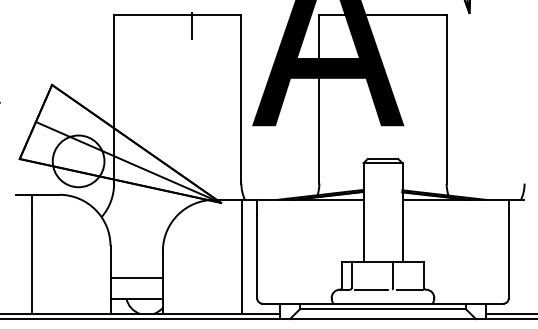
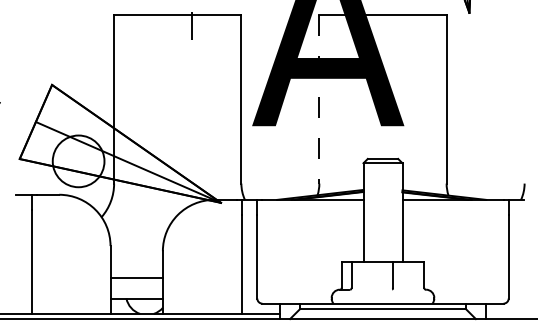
line at (319, 99): solid -> dashed
line at (371, 289): present -> none
line at (409, 289): present -> none
line at (510, 313): present -> none
